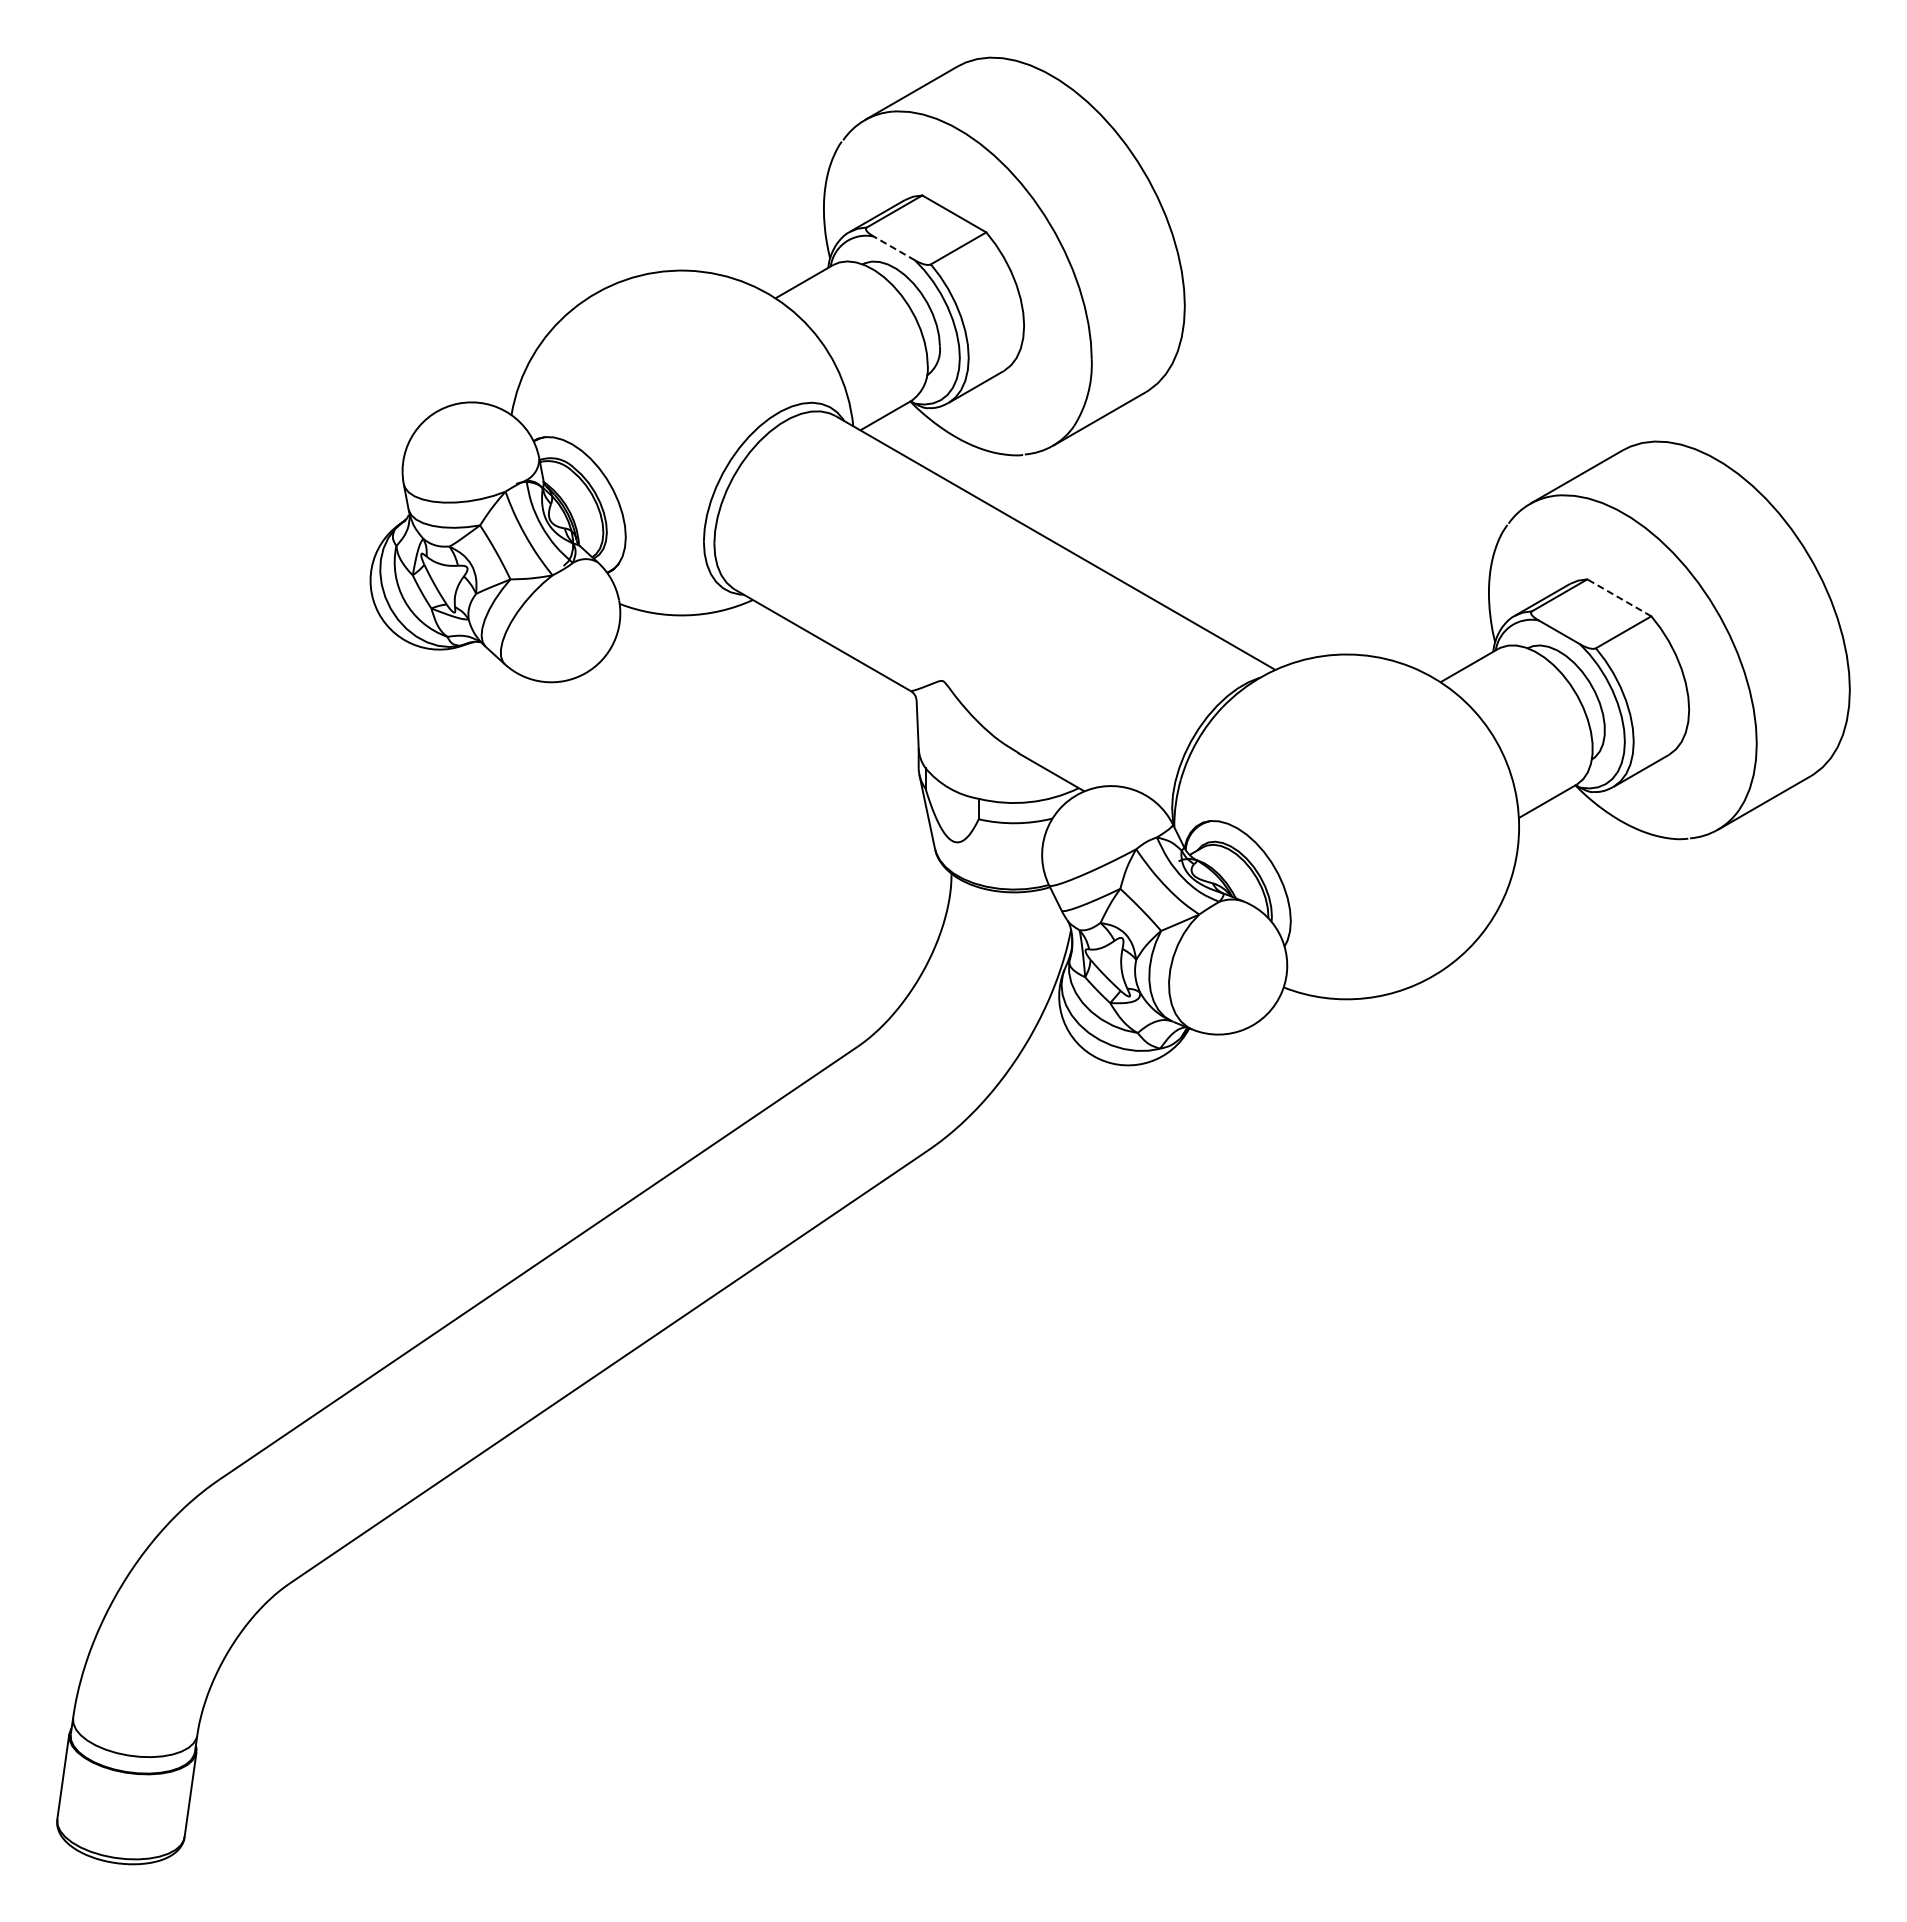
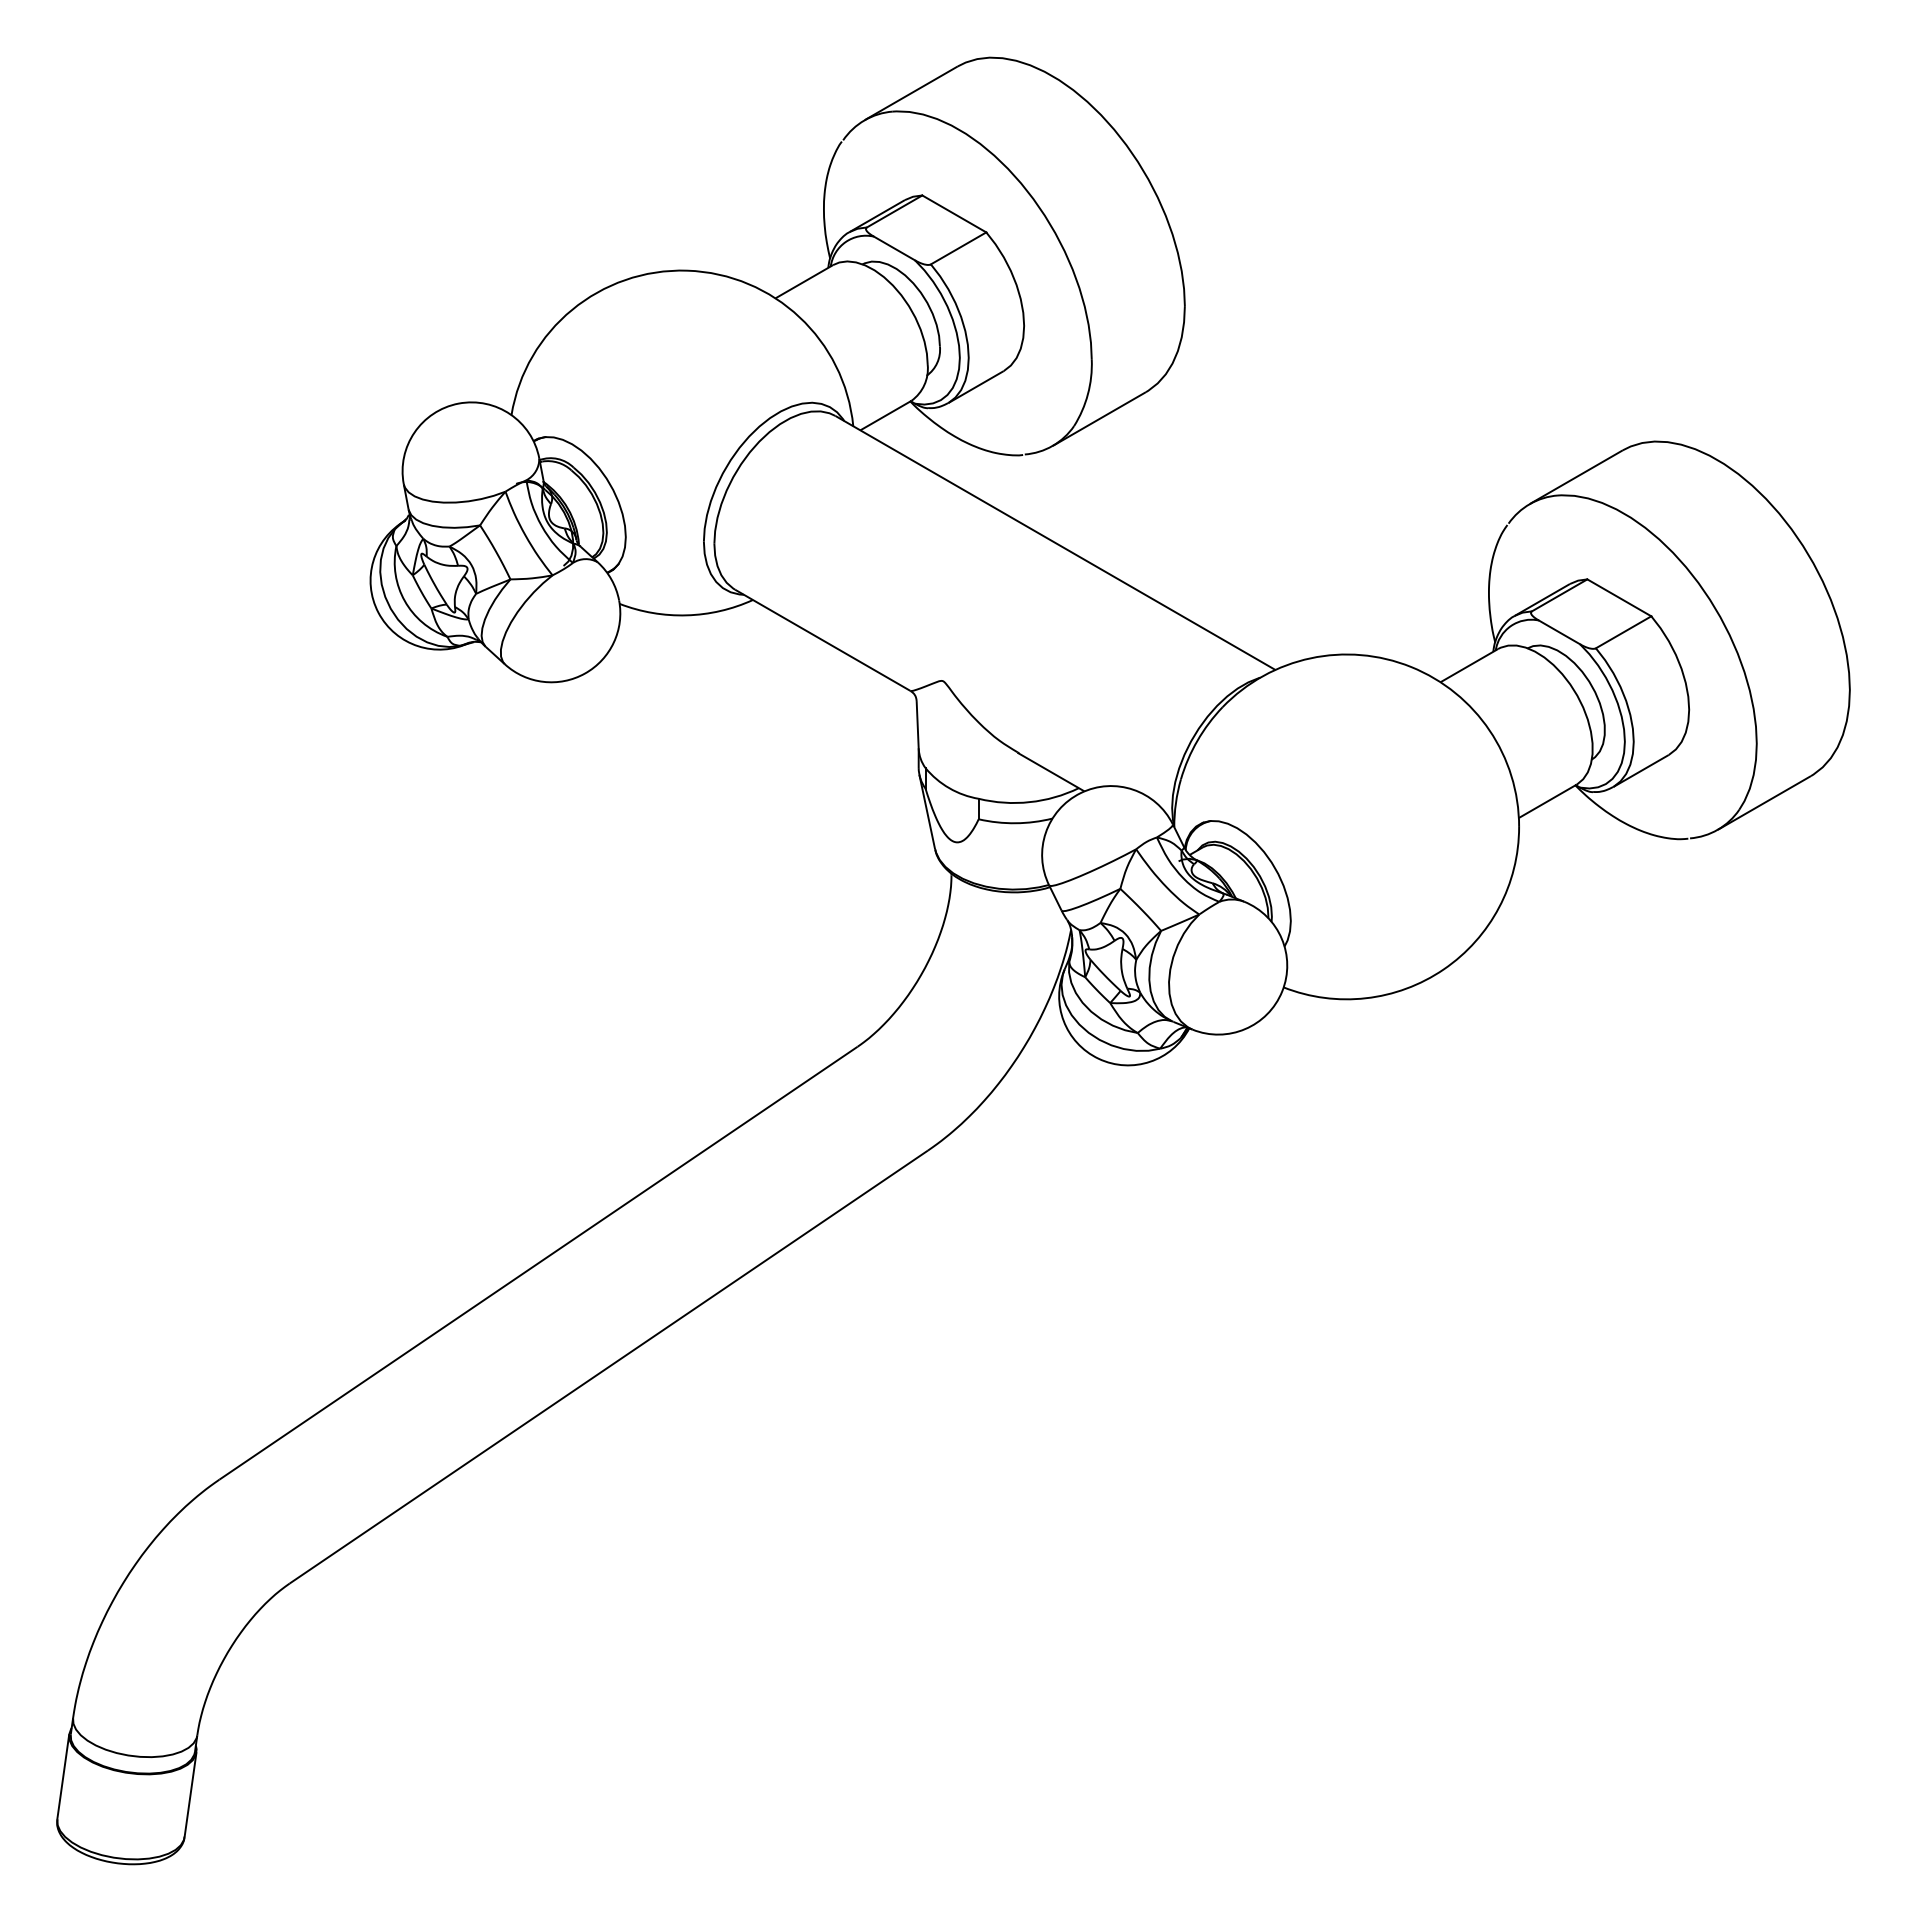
line at (894, 248): dashed -> solid
line at (1619, 597): dashed -> solid
